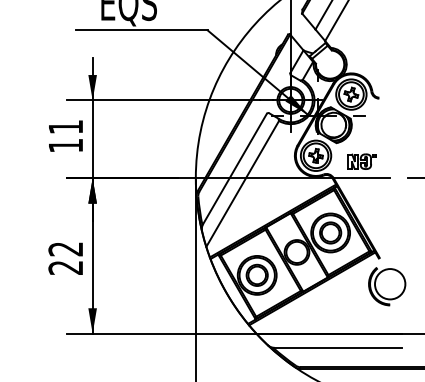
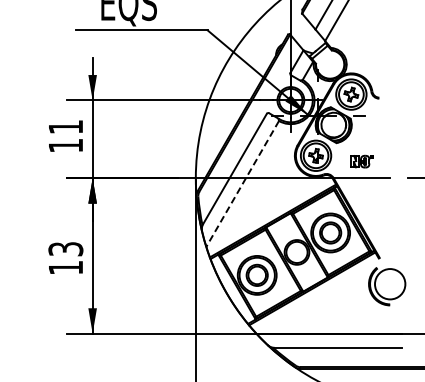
part at (361, 161) size: 30x17 px -> 24x15 px
line at (242, 183): solid -> dashed
text at (65, 258): 22 -> 13
